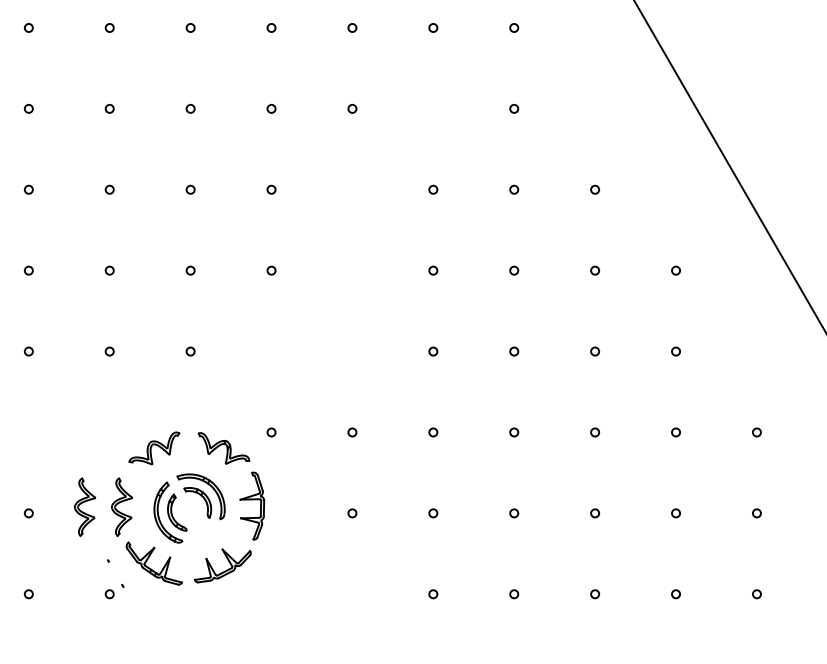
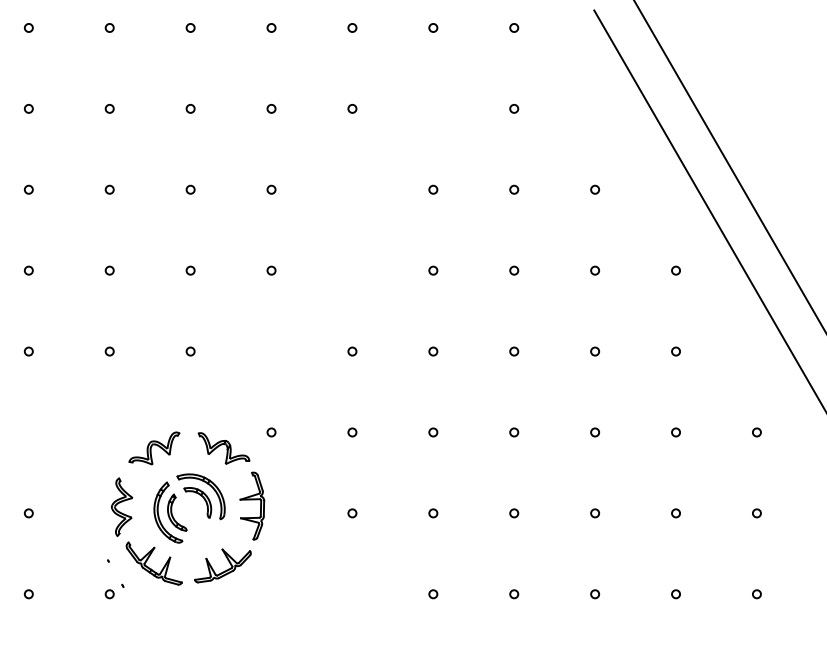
line at (708, 209): none -> present
circle at (352, 351): none -> present
part at (85, 506): present -> none
